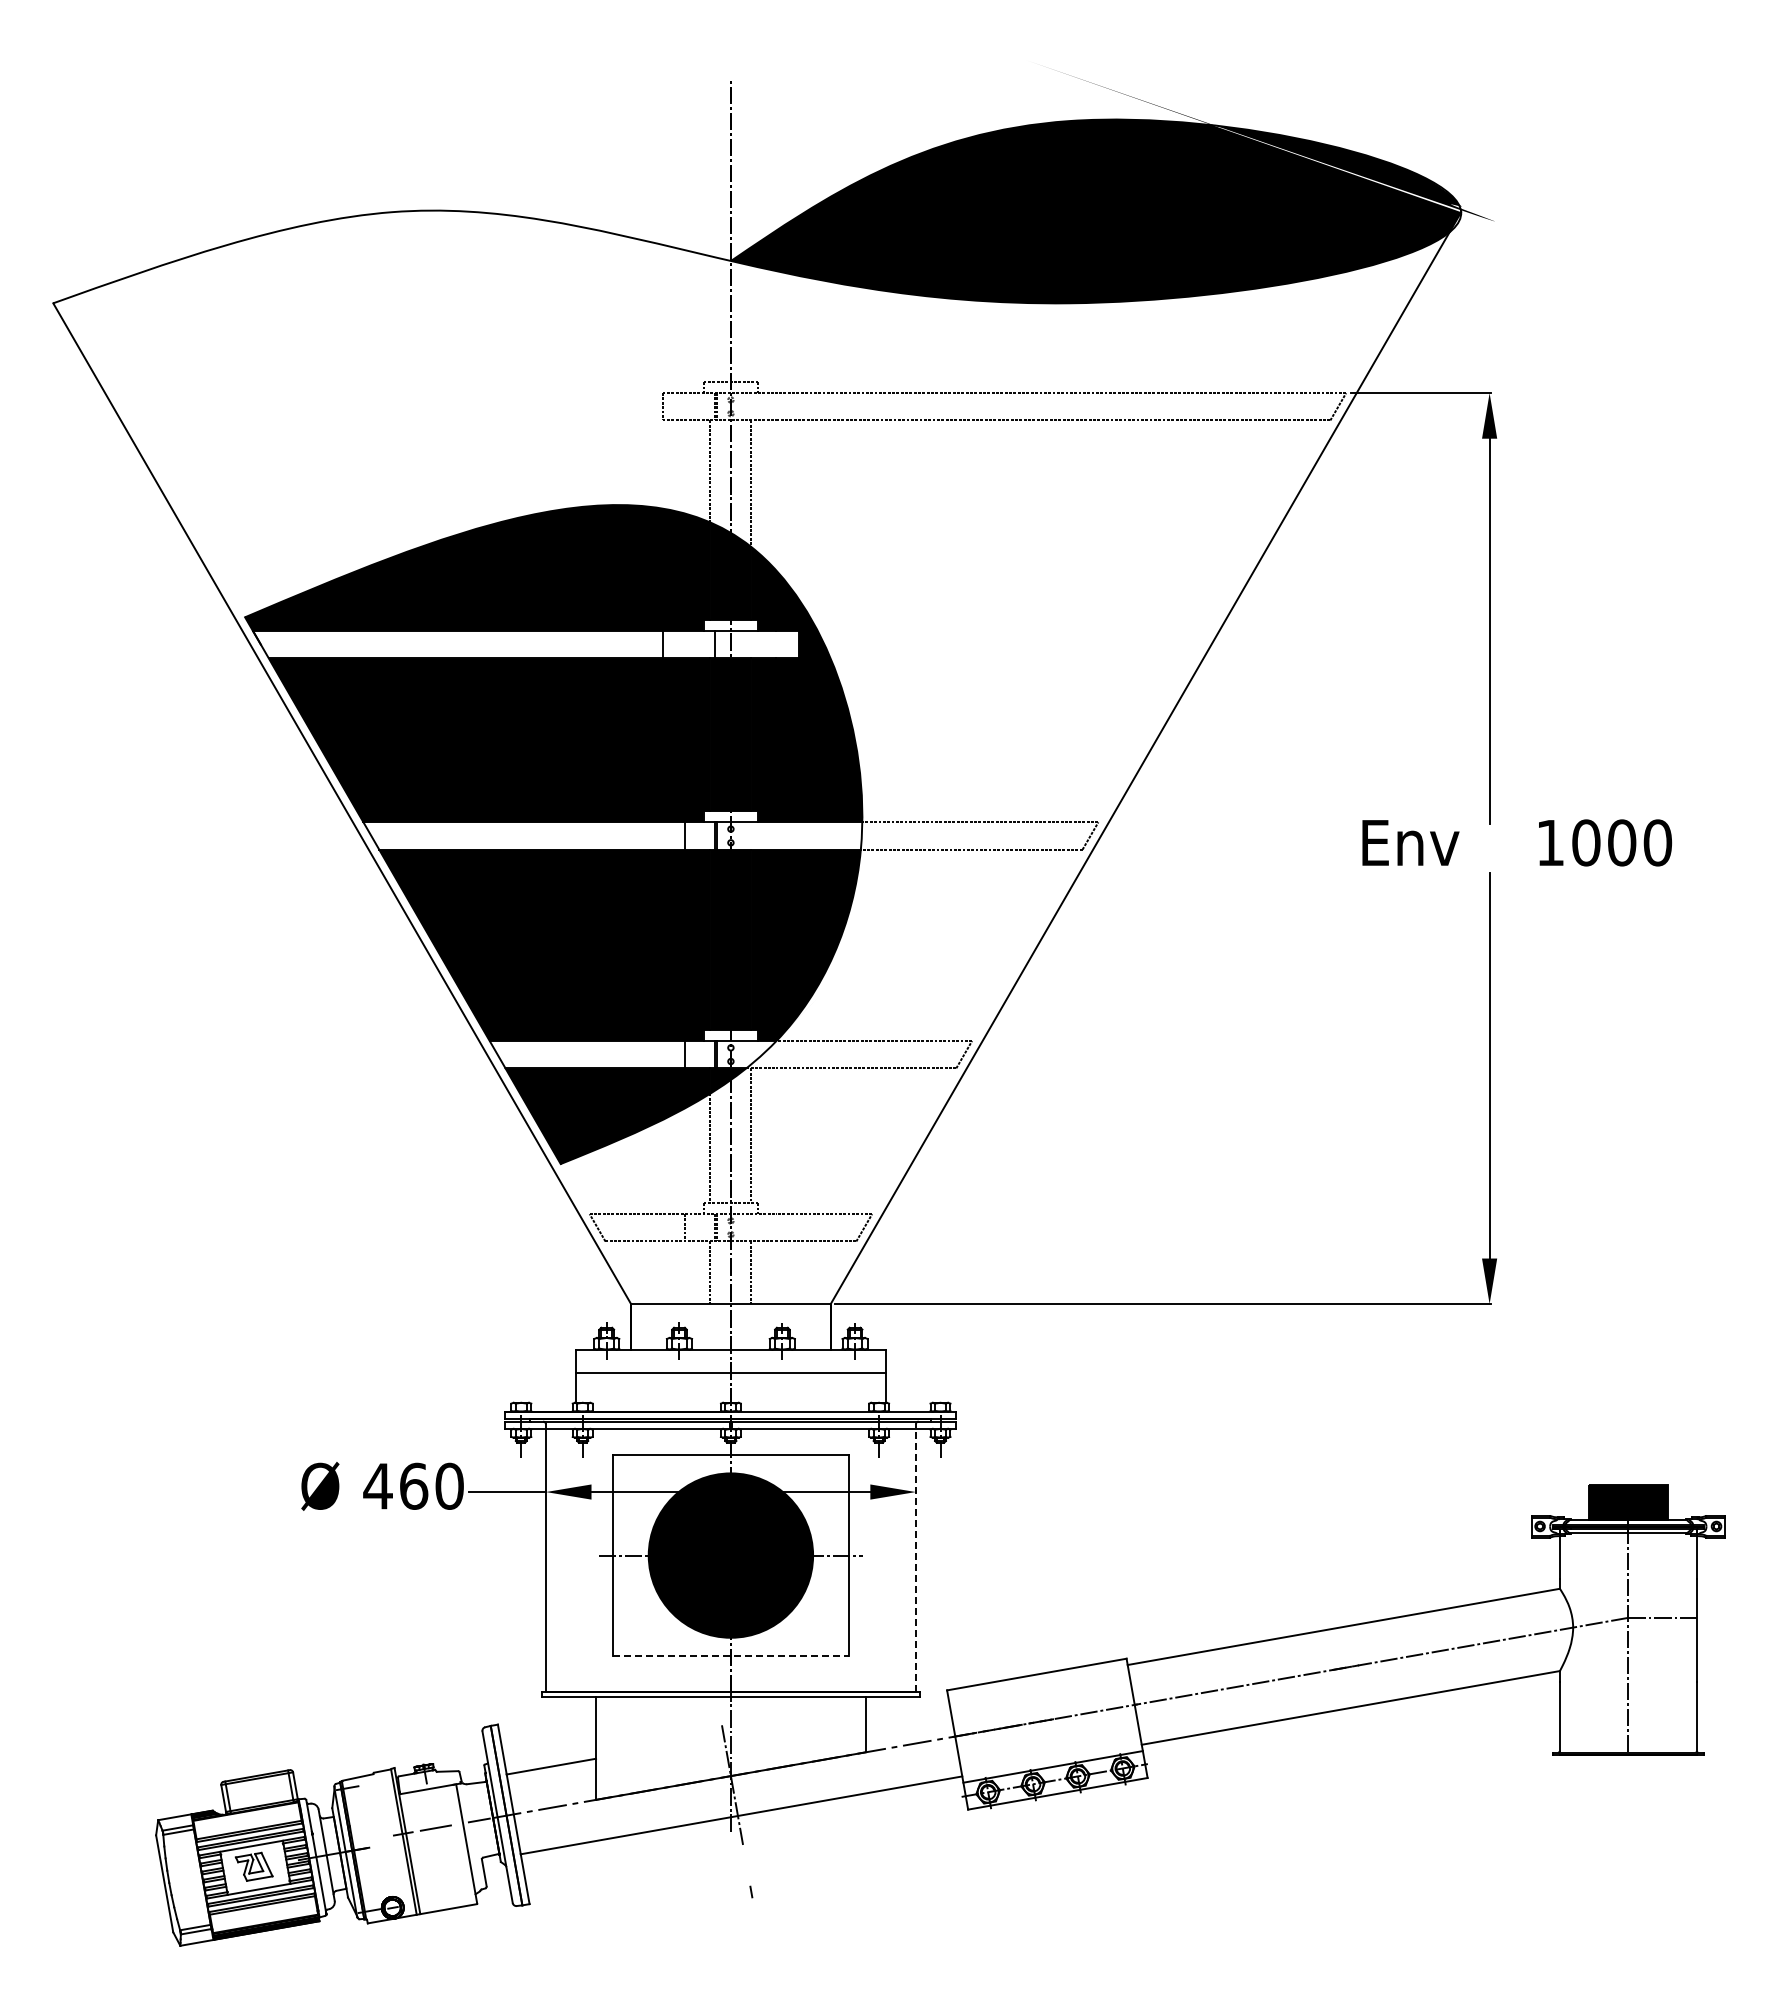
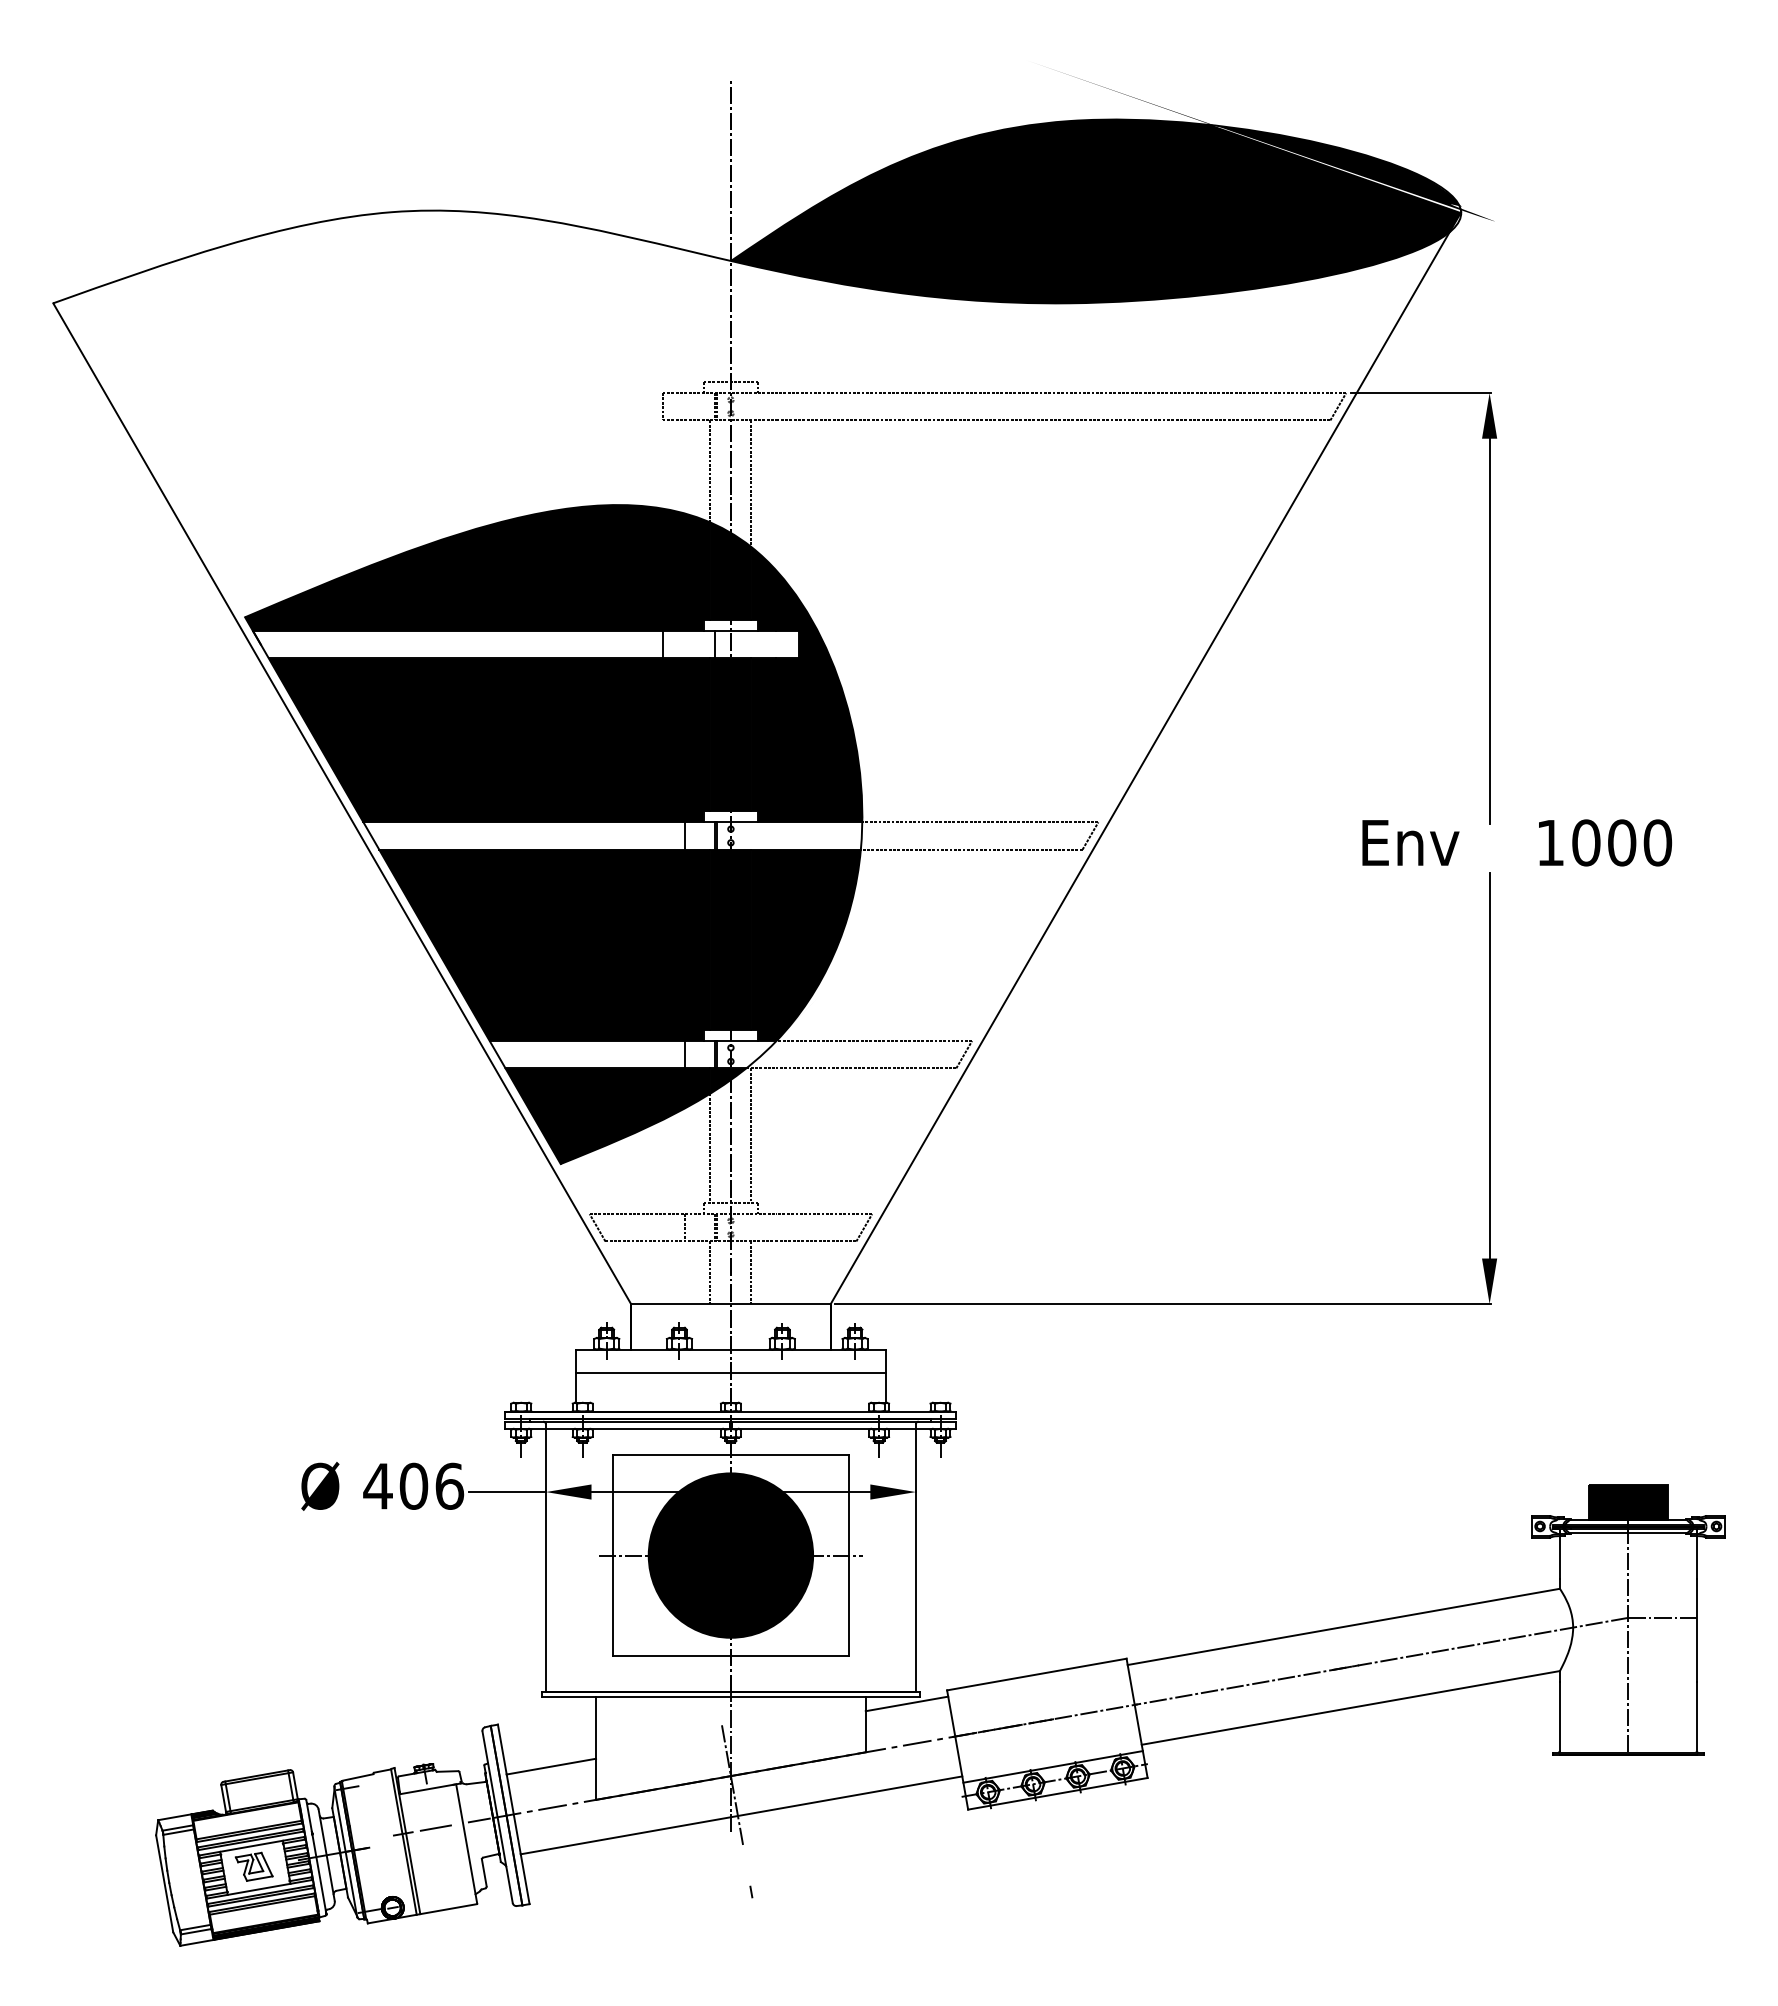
text at (431, 1485): 460 -> 406
line at (915, 1558): dashed -> solid
line at (731, 1655): dashed -> solid
line at (906, 1703): none -> present
